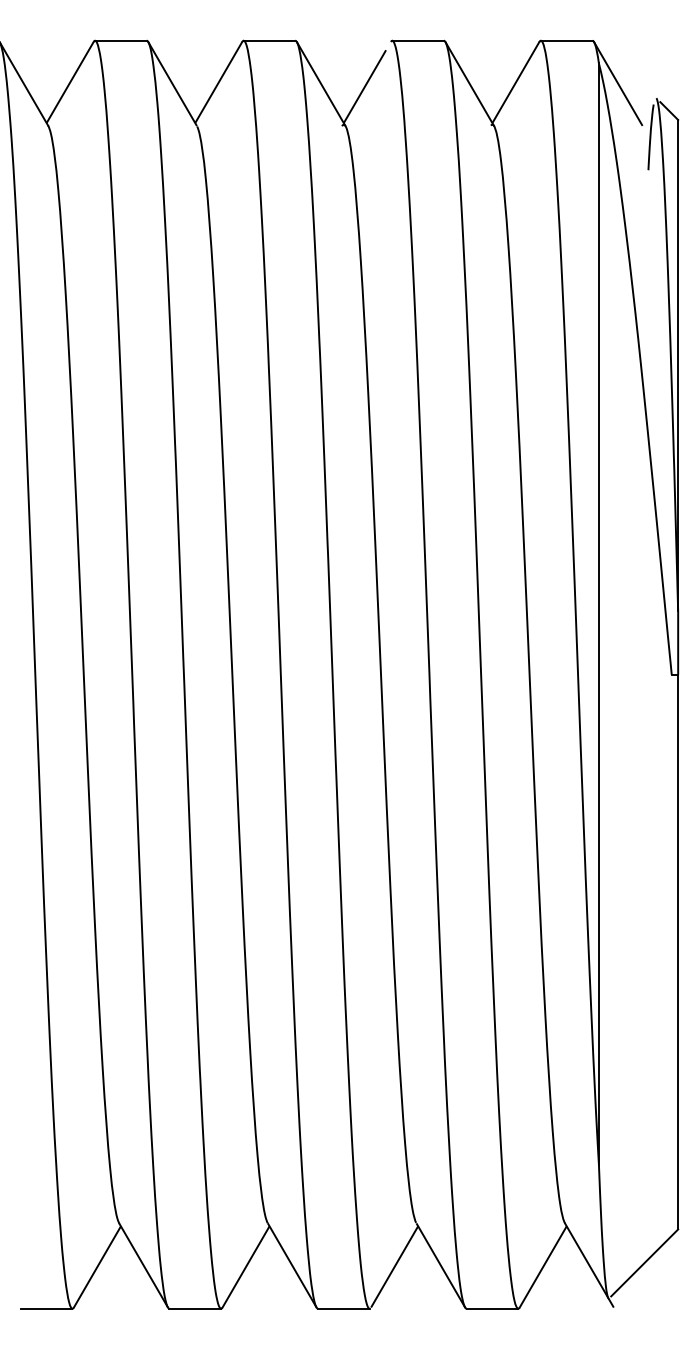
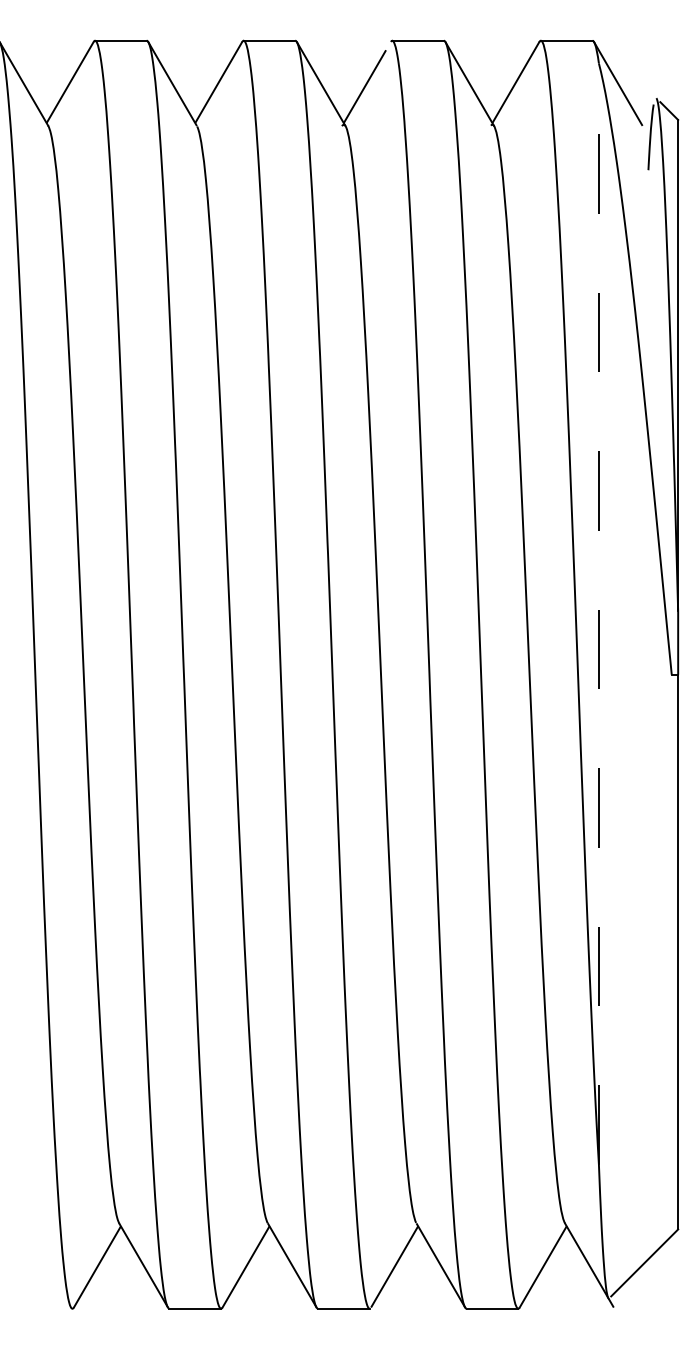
line at (598, 614): solid -> dashed
line at (46, 1308): present -> none
